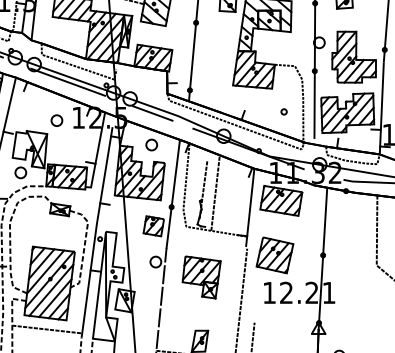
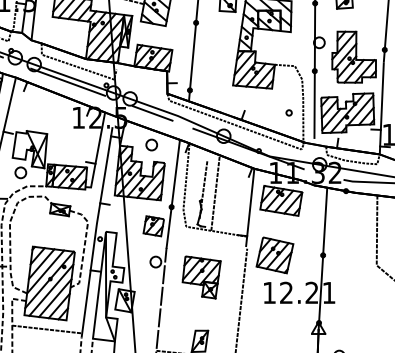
part at (283, 111) position: (283, 111) -> (288, 112)
part at (56, 120): present -> none
line at (252, 335): present -> none
